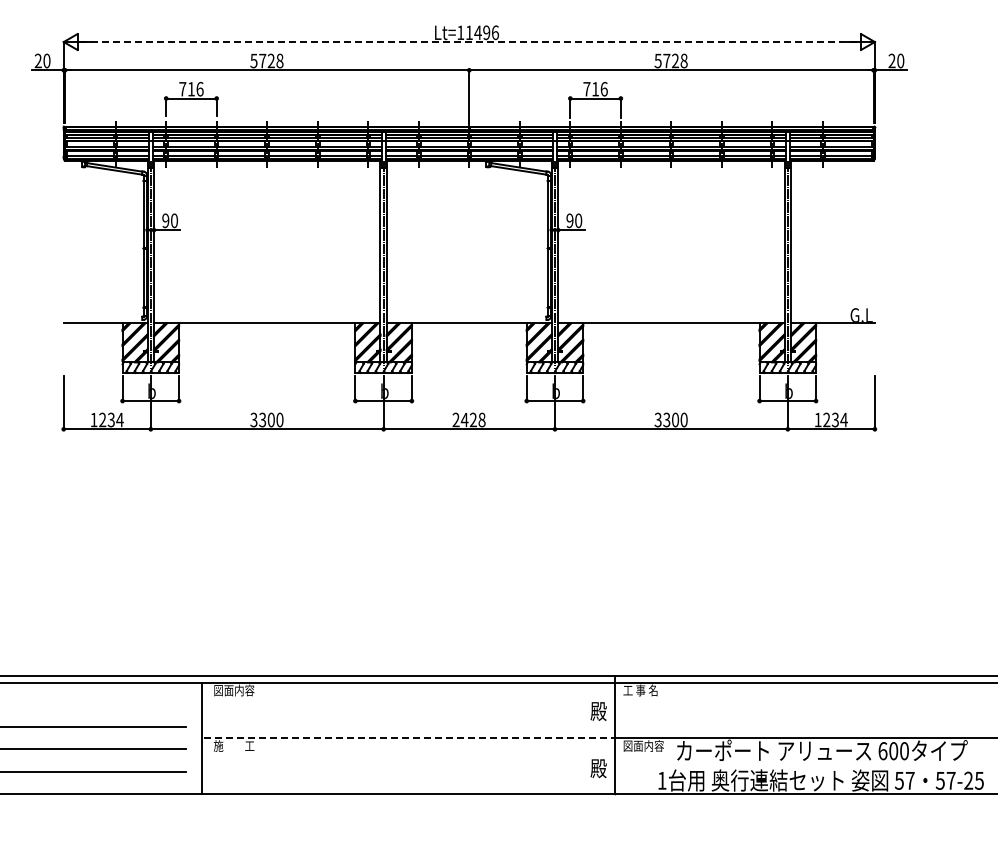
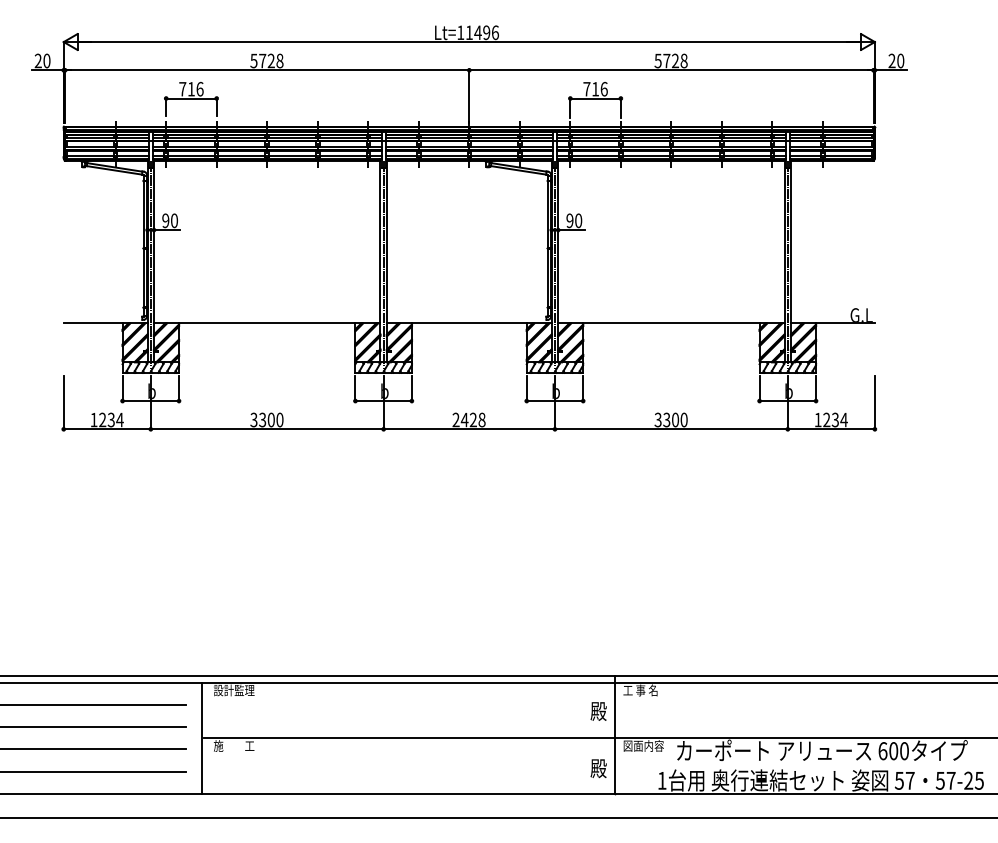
line at (469, 42): dashed -> solid
text at (234, 690): 図面内容 -> 設計監理
line at (93, 704): none -> present
line at (409, 738): dashed -> solid
line at (498, 817): none -> present
